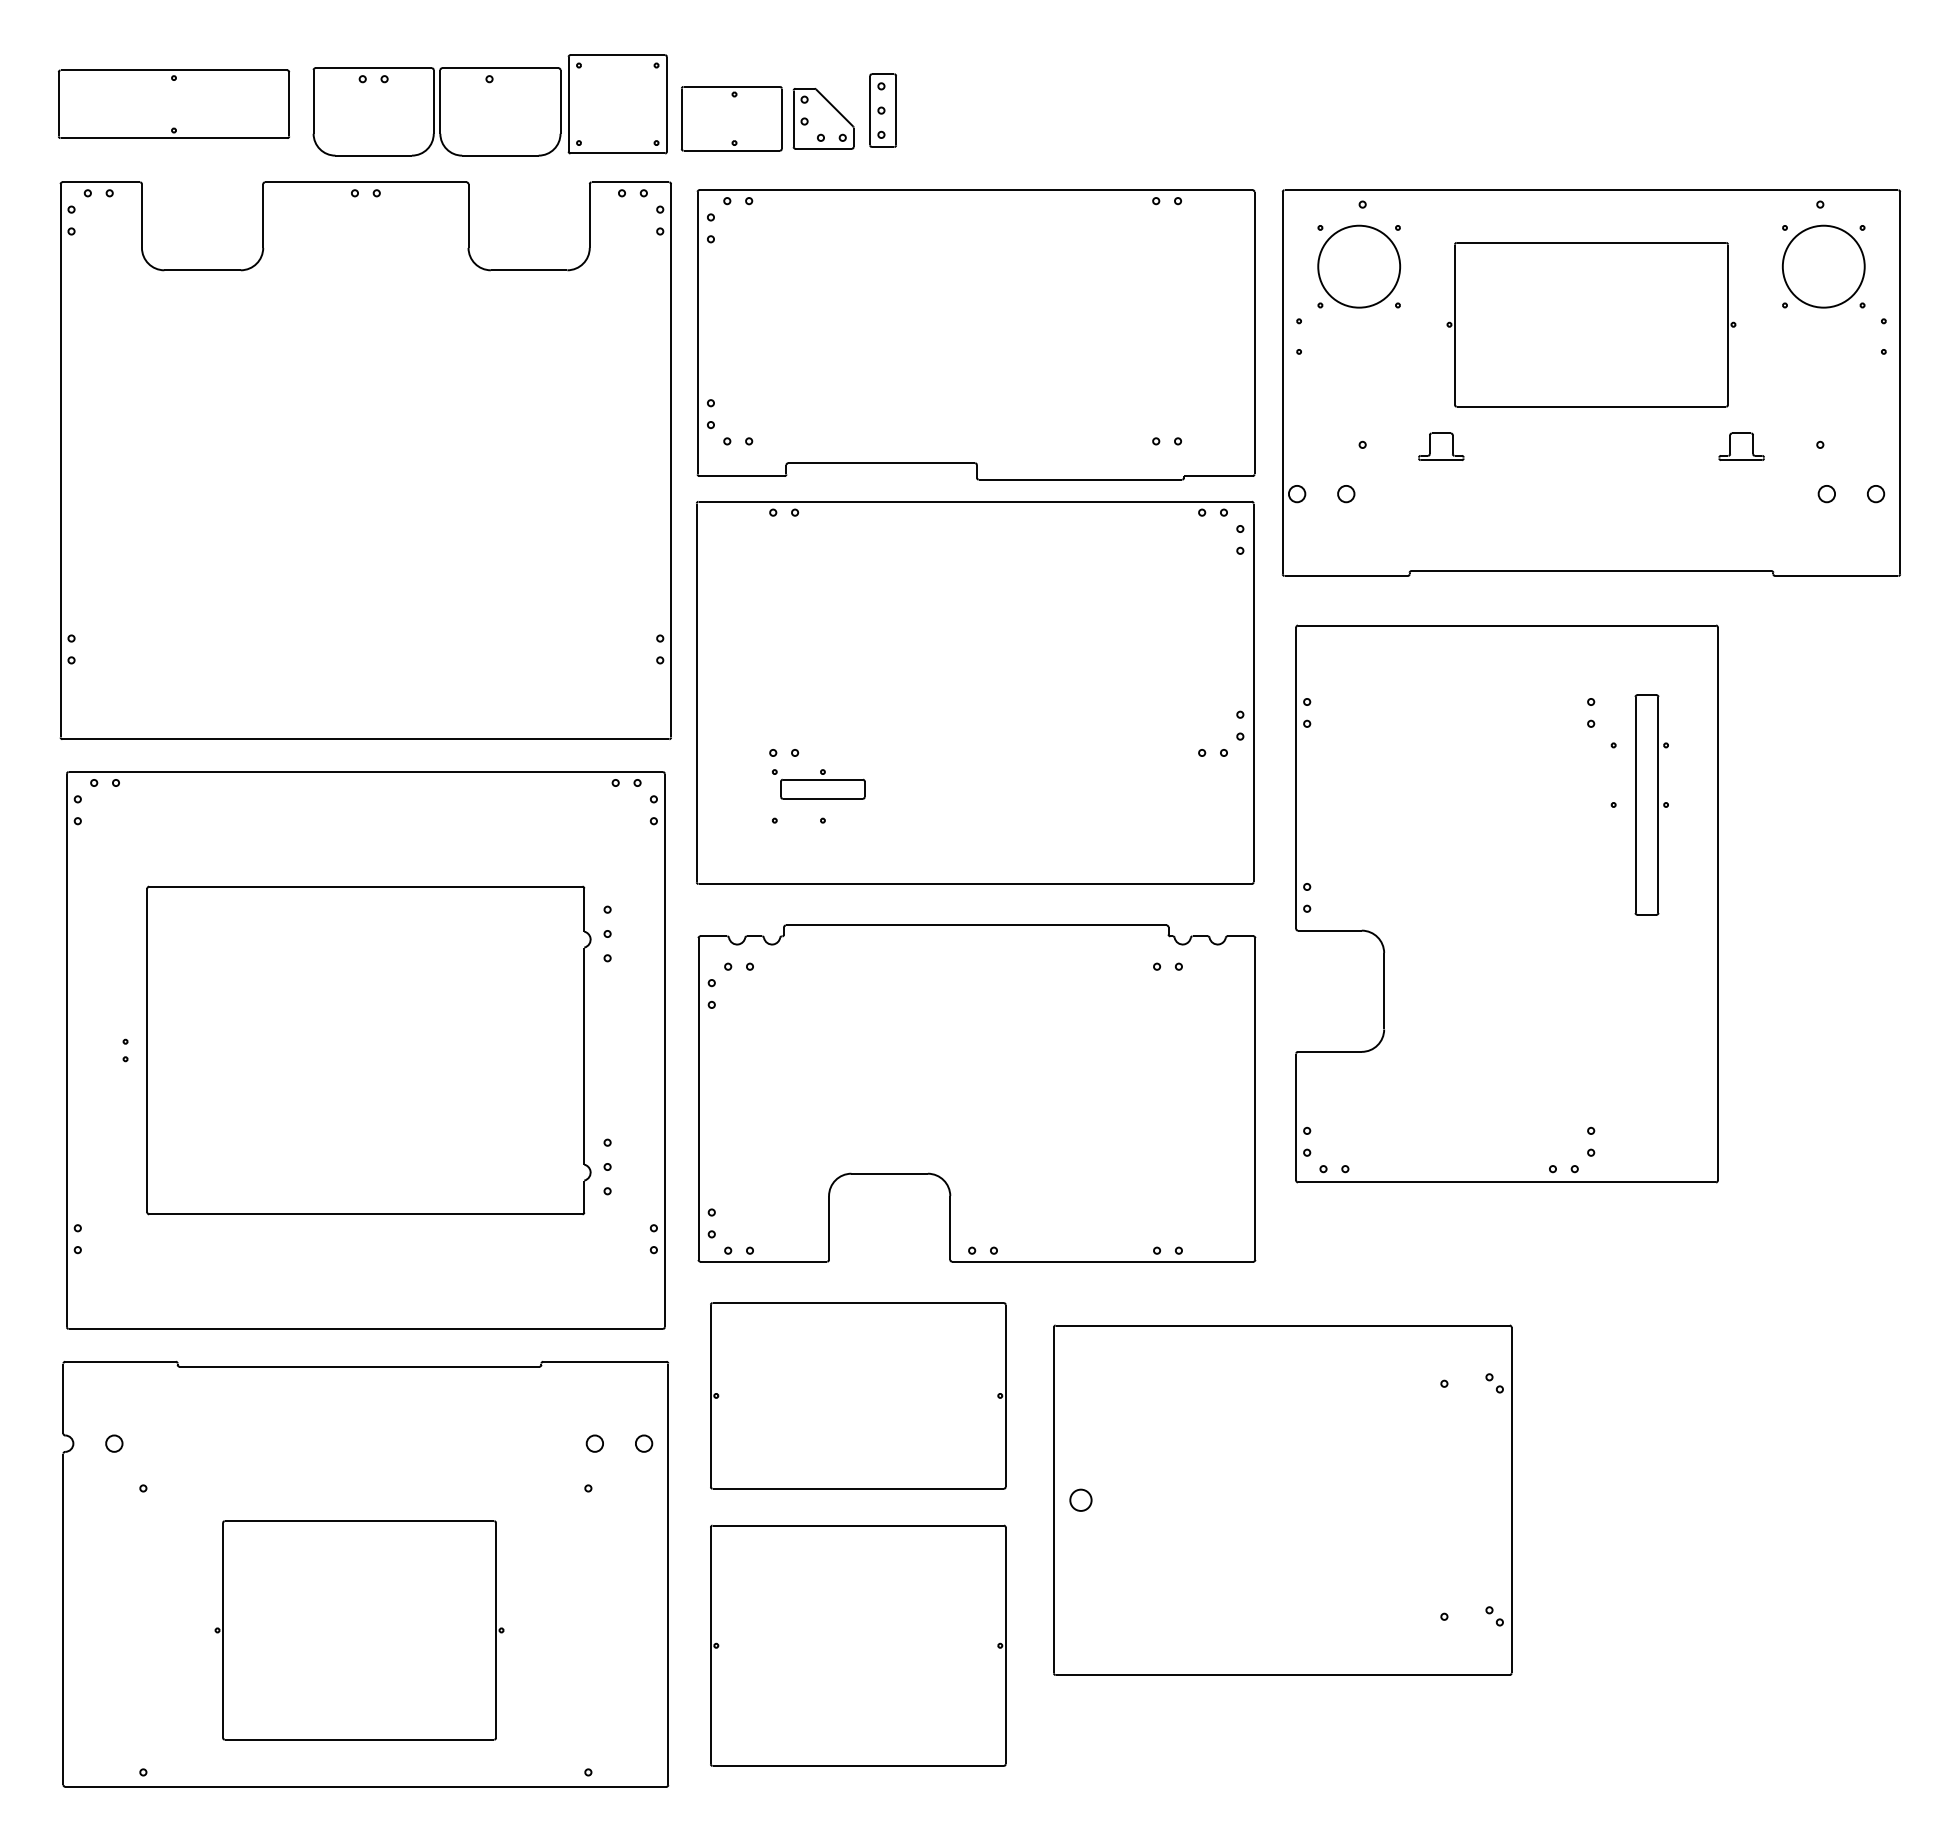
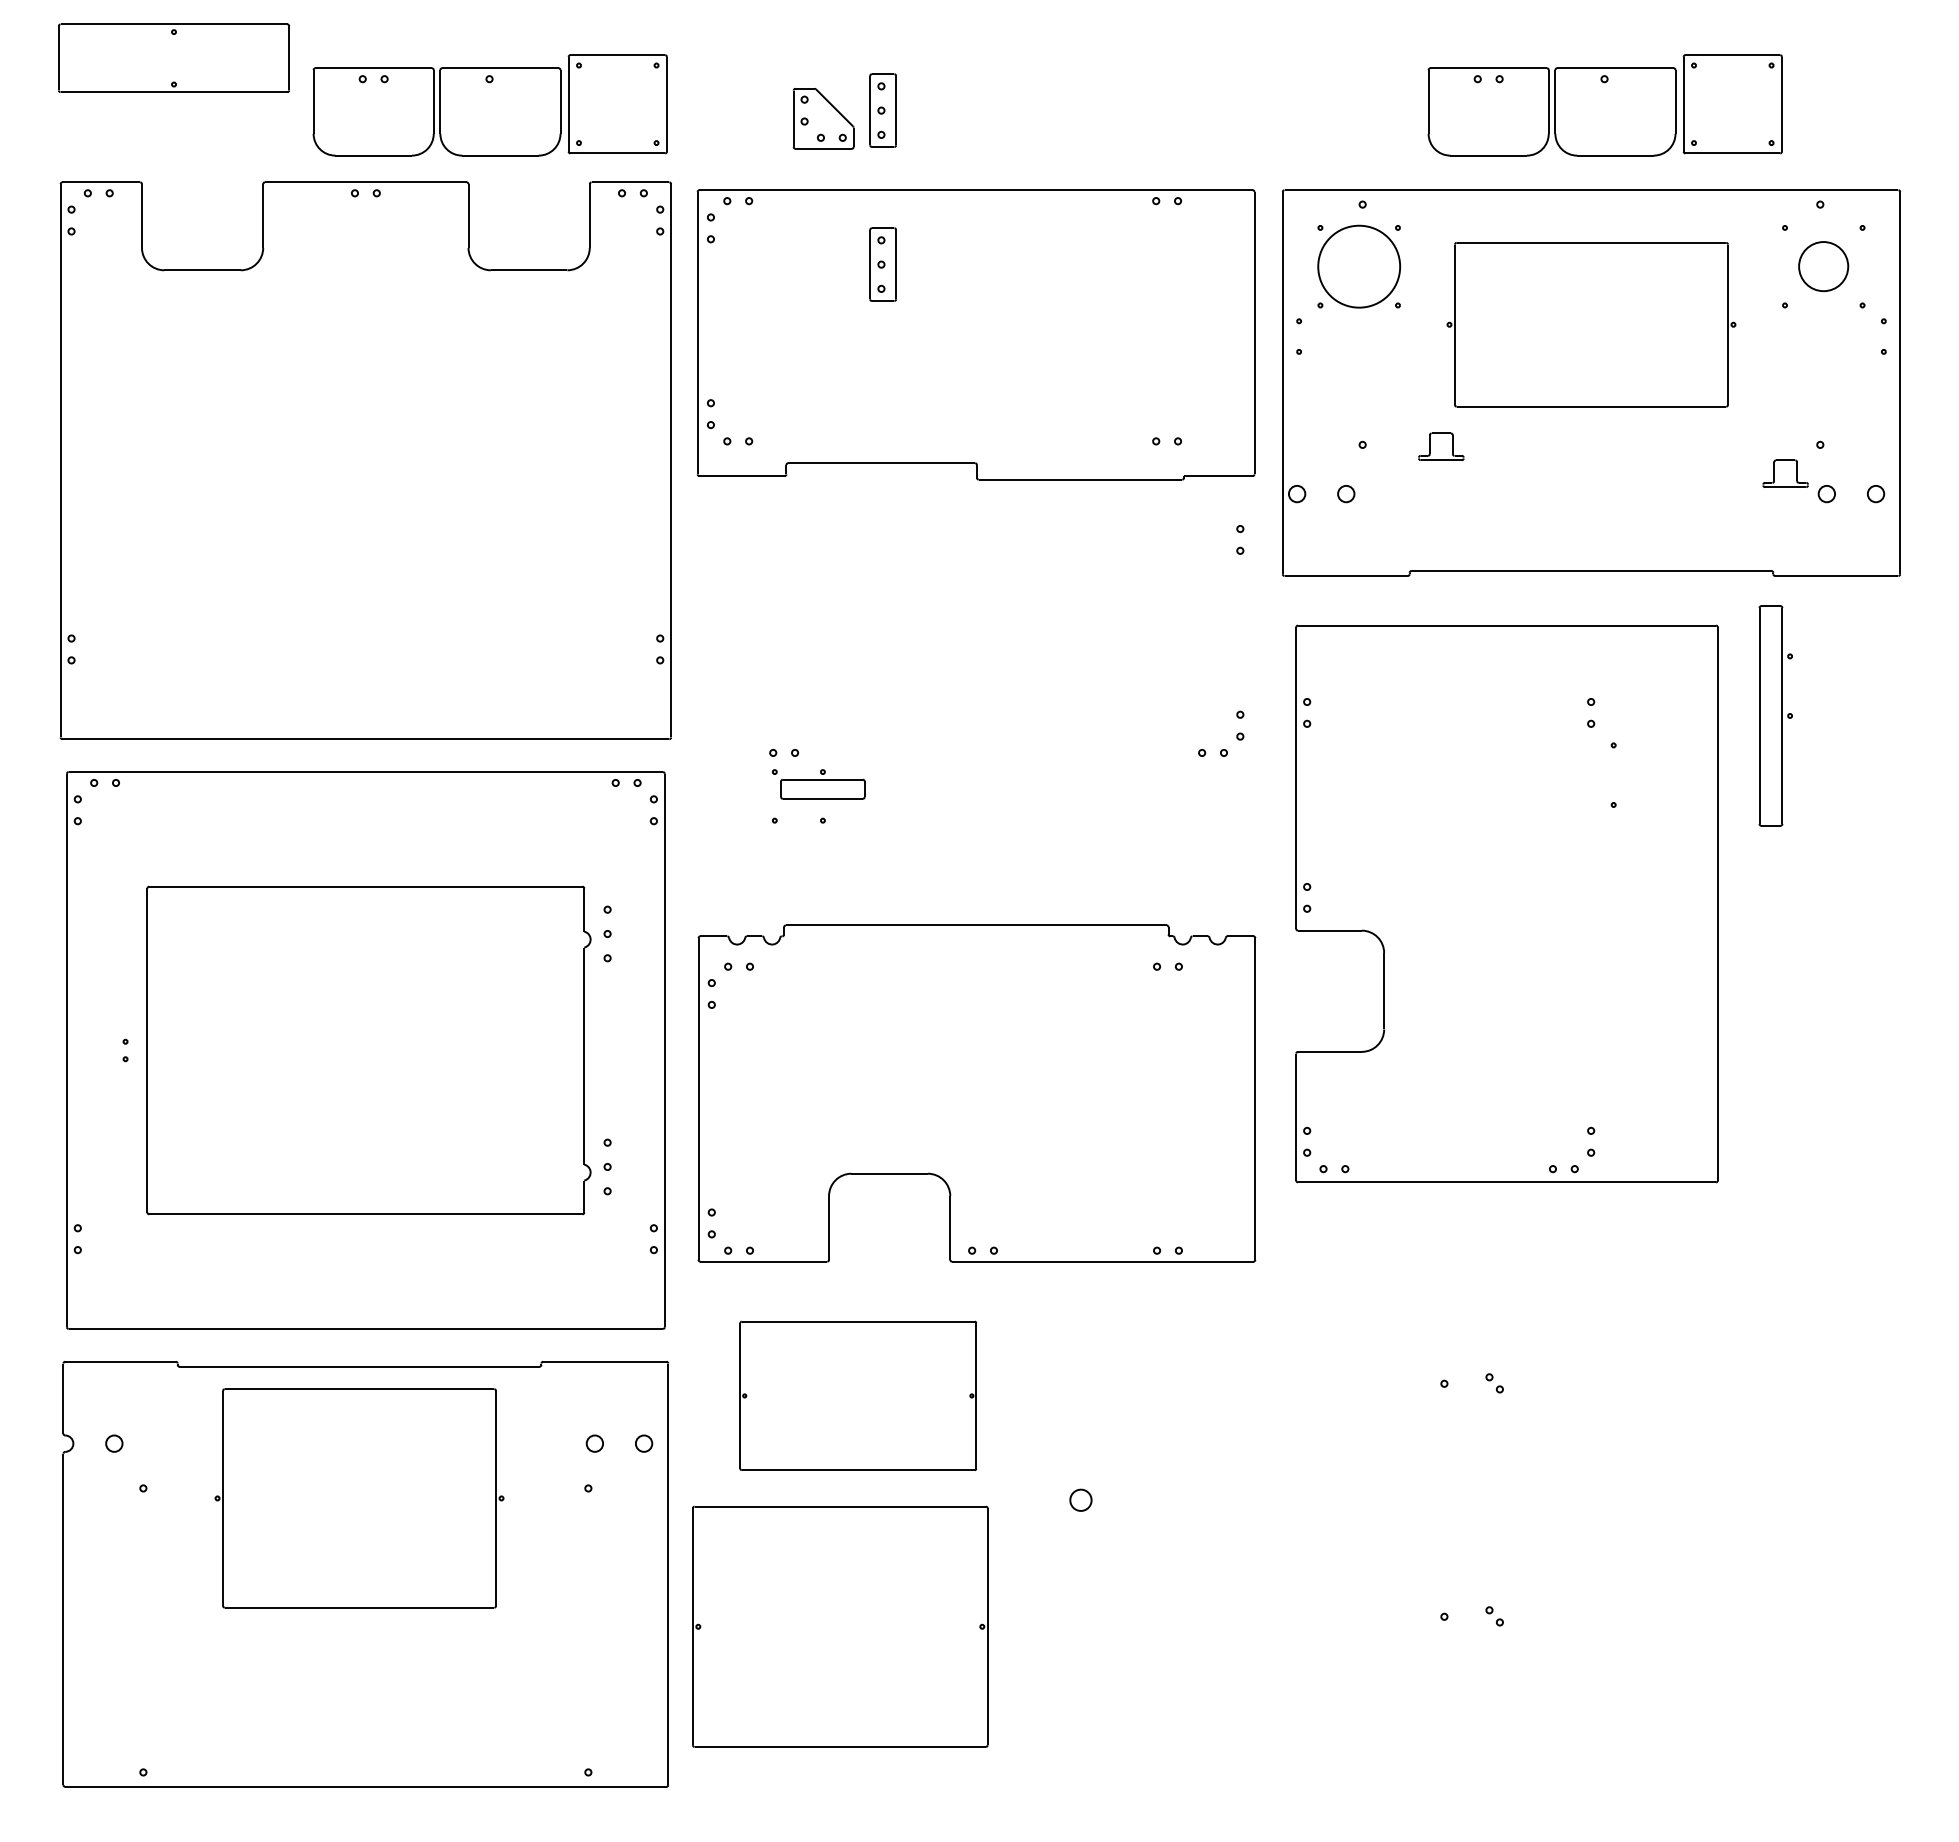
part at (174, 103) position: (174, 103) -> (174, 57)
part at (1604, 105): none -> present
part at (731, 118): present -> none
part at (882, 264): none -> present
part at (1823, 266) size: 85x85 px -> 52x52 px
part at (1741, 446) position: (1741, 446) -> (1785, 473)
part at (975, 692): present -> none
part at (1651, 804) position: (1651, 804) -> (1775, 715)
part at (858, 1395) size: 297x188 px -> 239x151 px
part at (1282, 1499): present -> none
part at (359, 1630) position: (359, 1630) -> (359, 1498)
part at (858, 1645) position: (858, 1645) -> (840, 1626)
